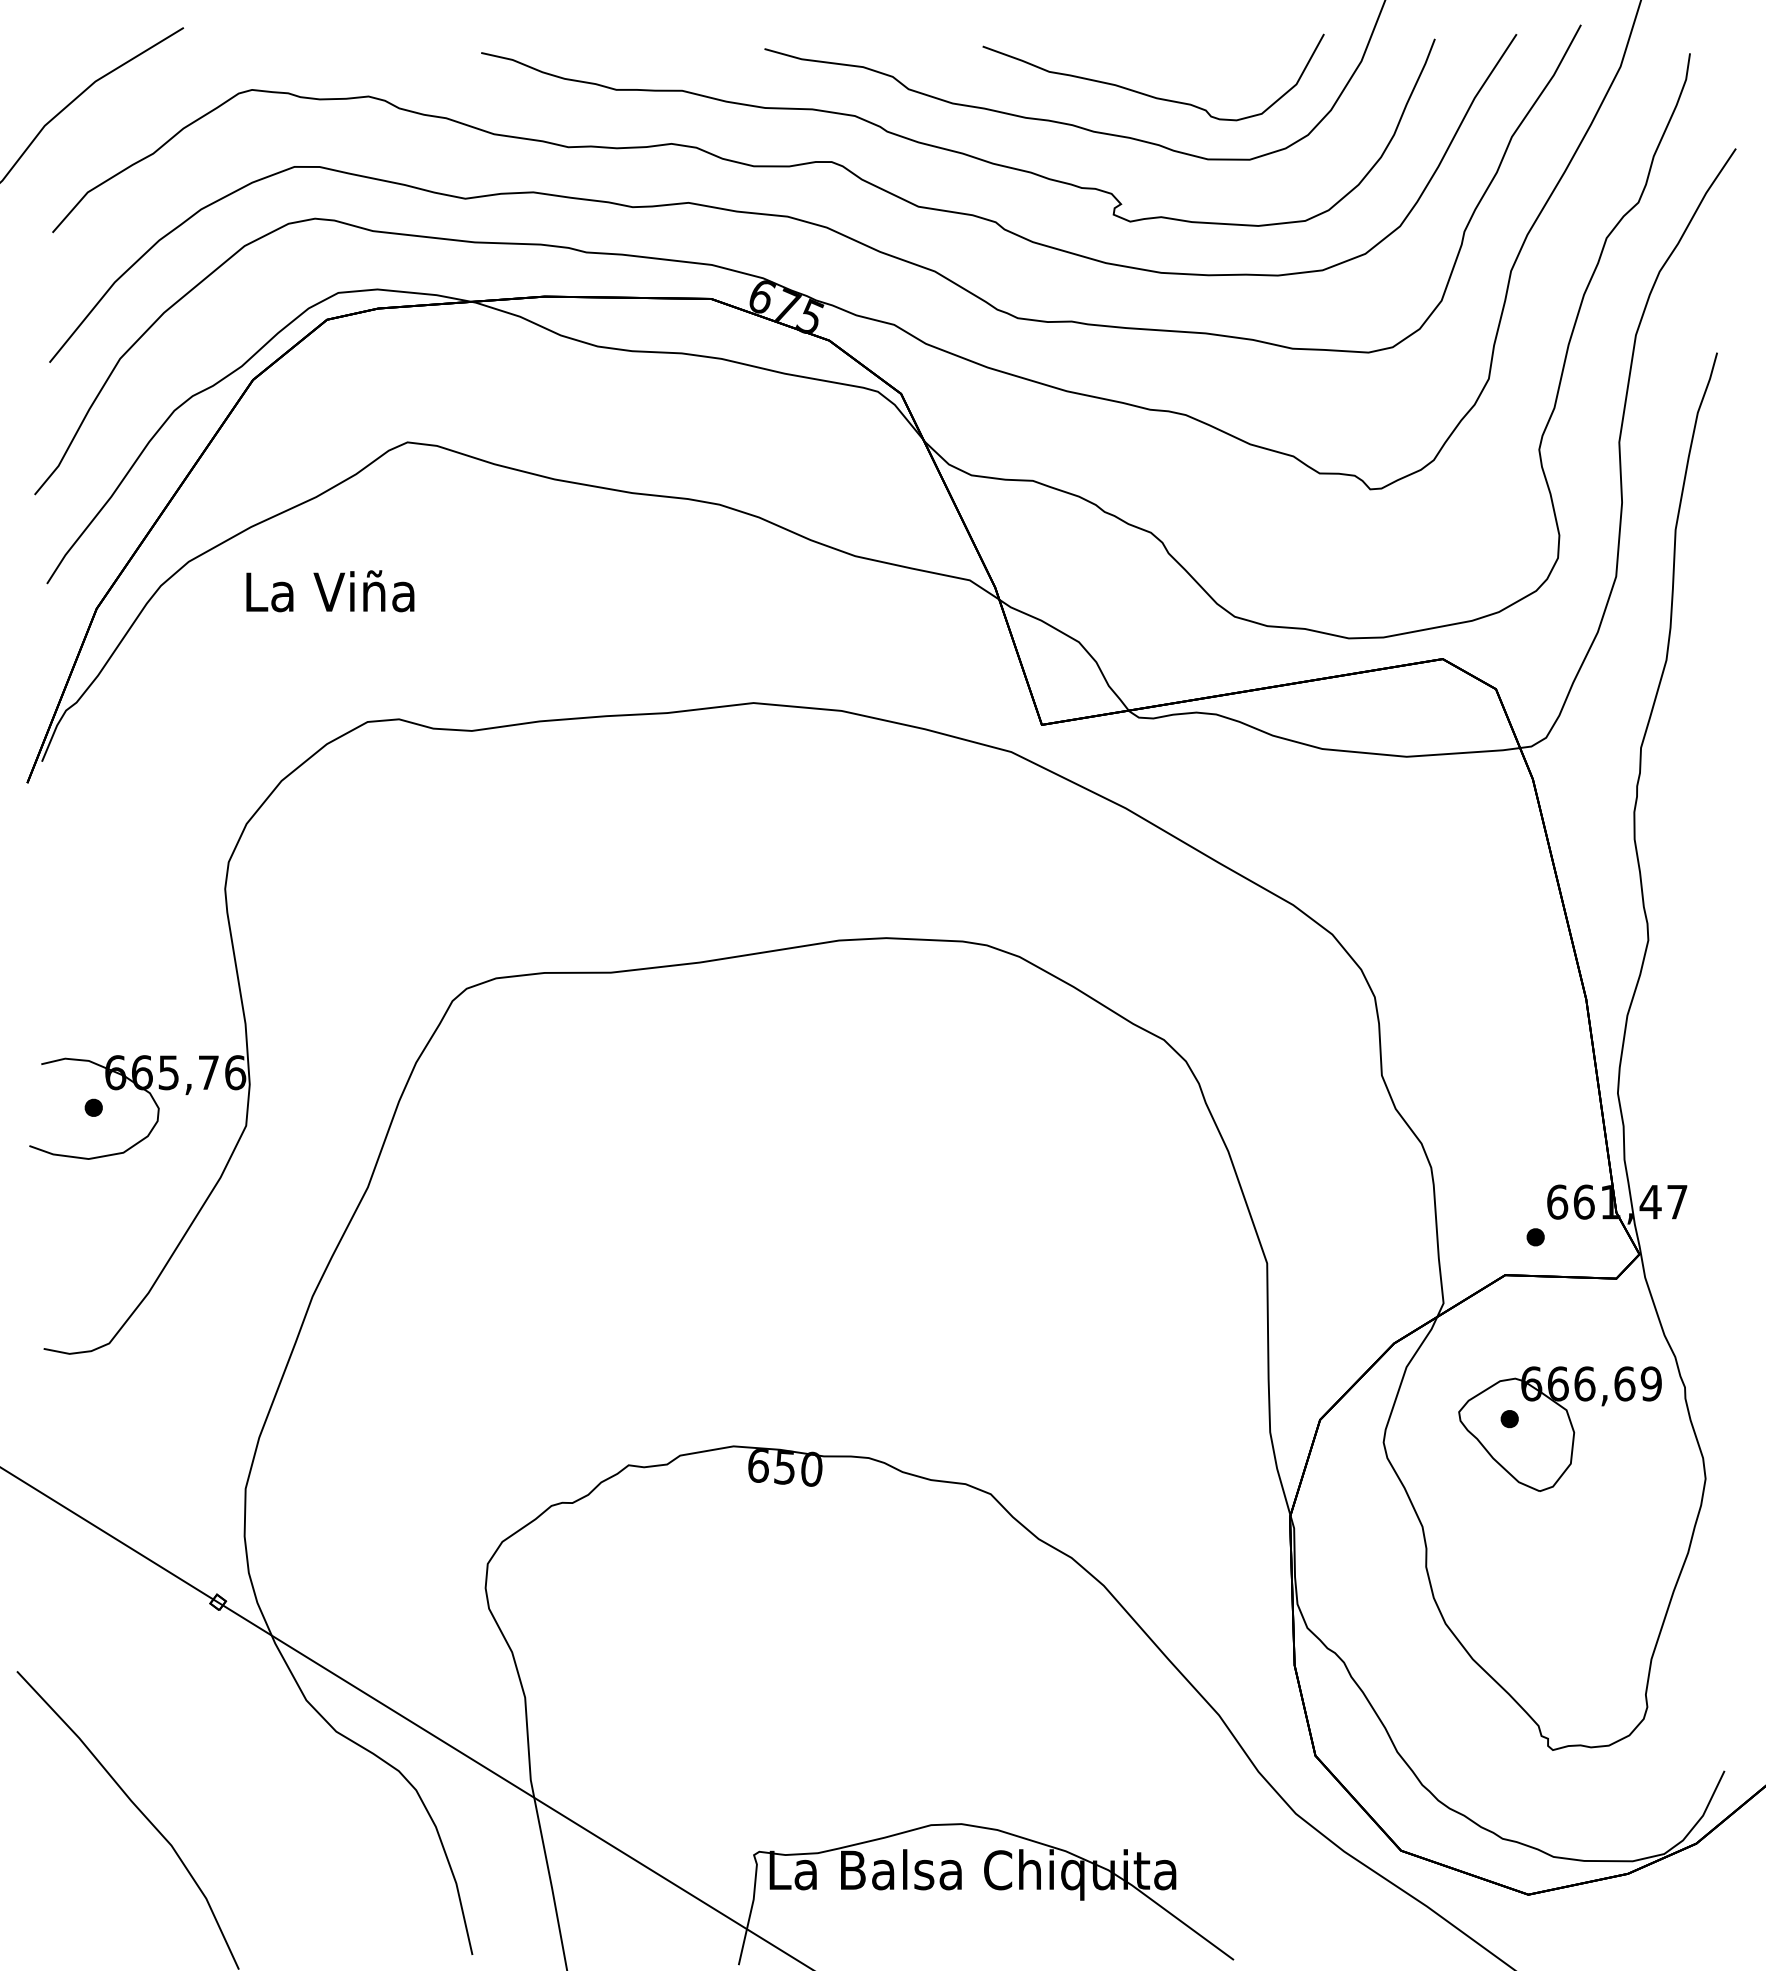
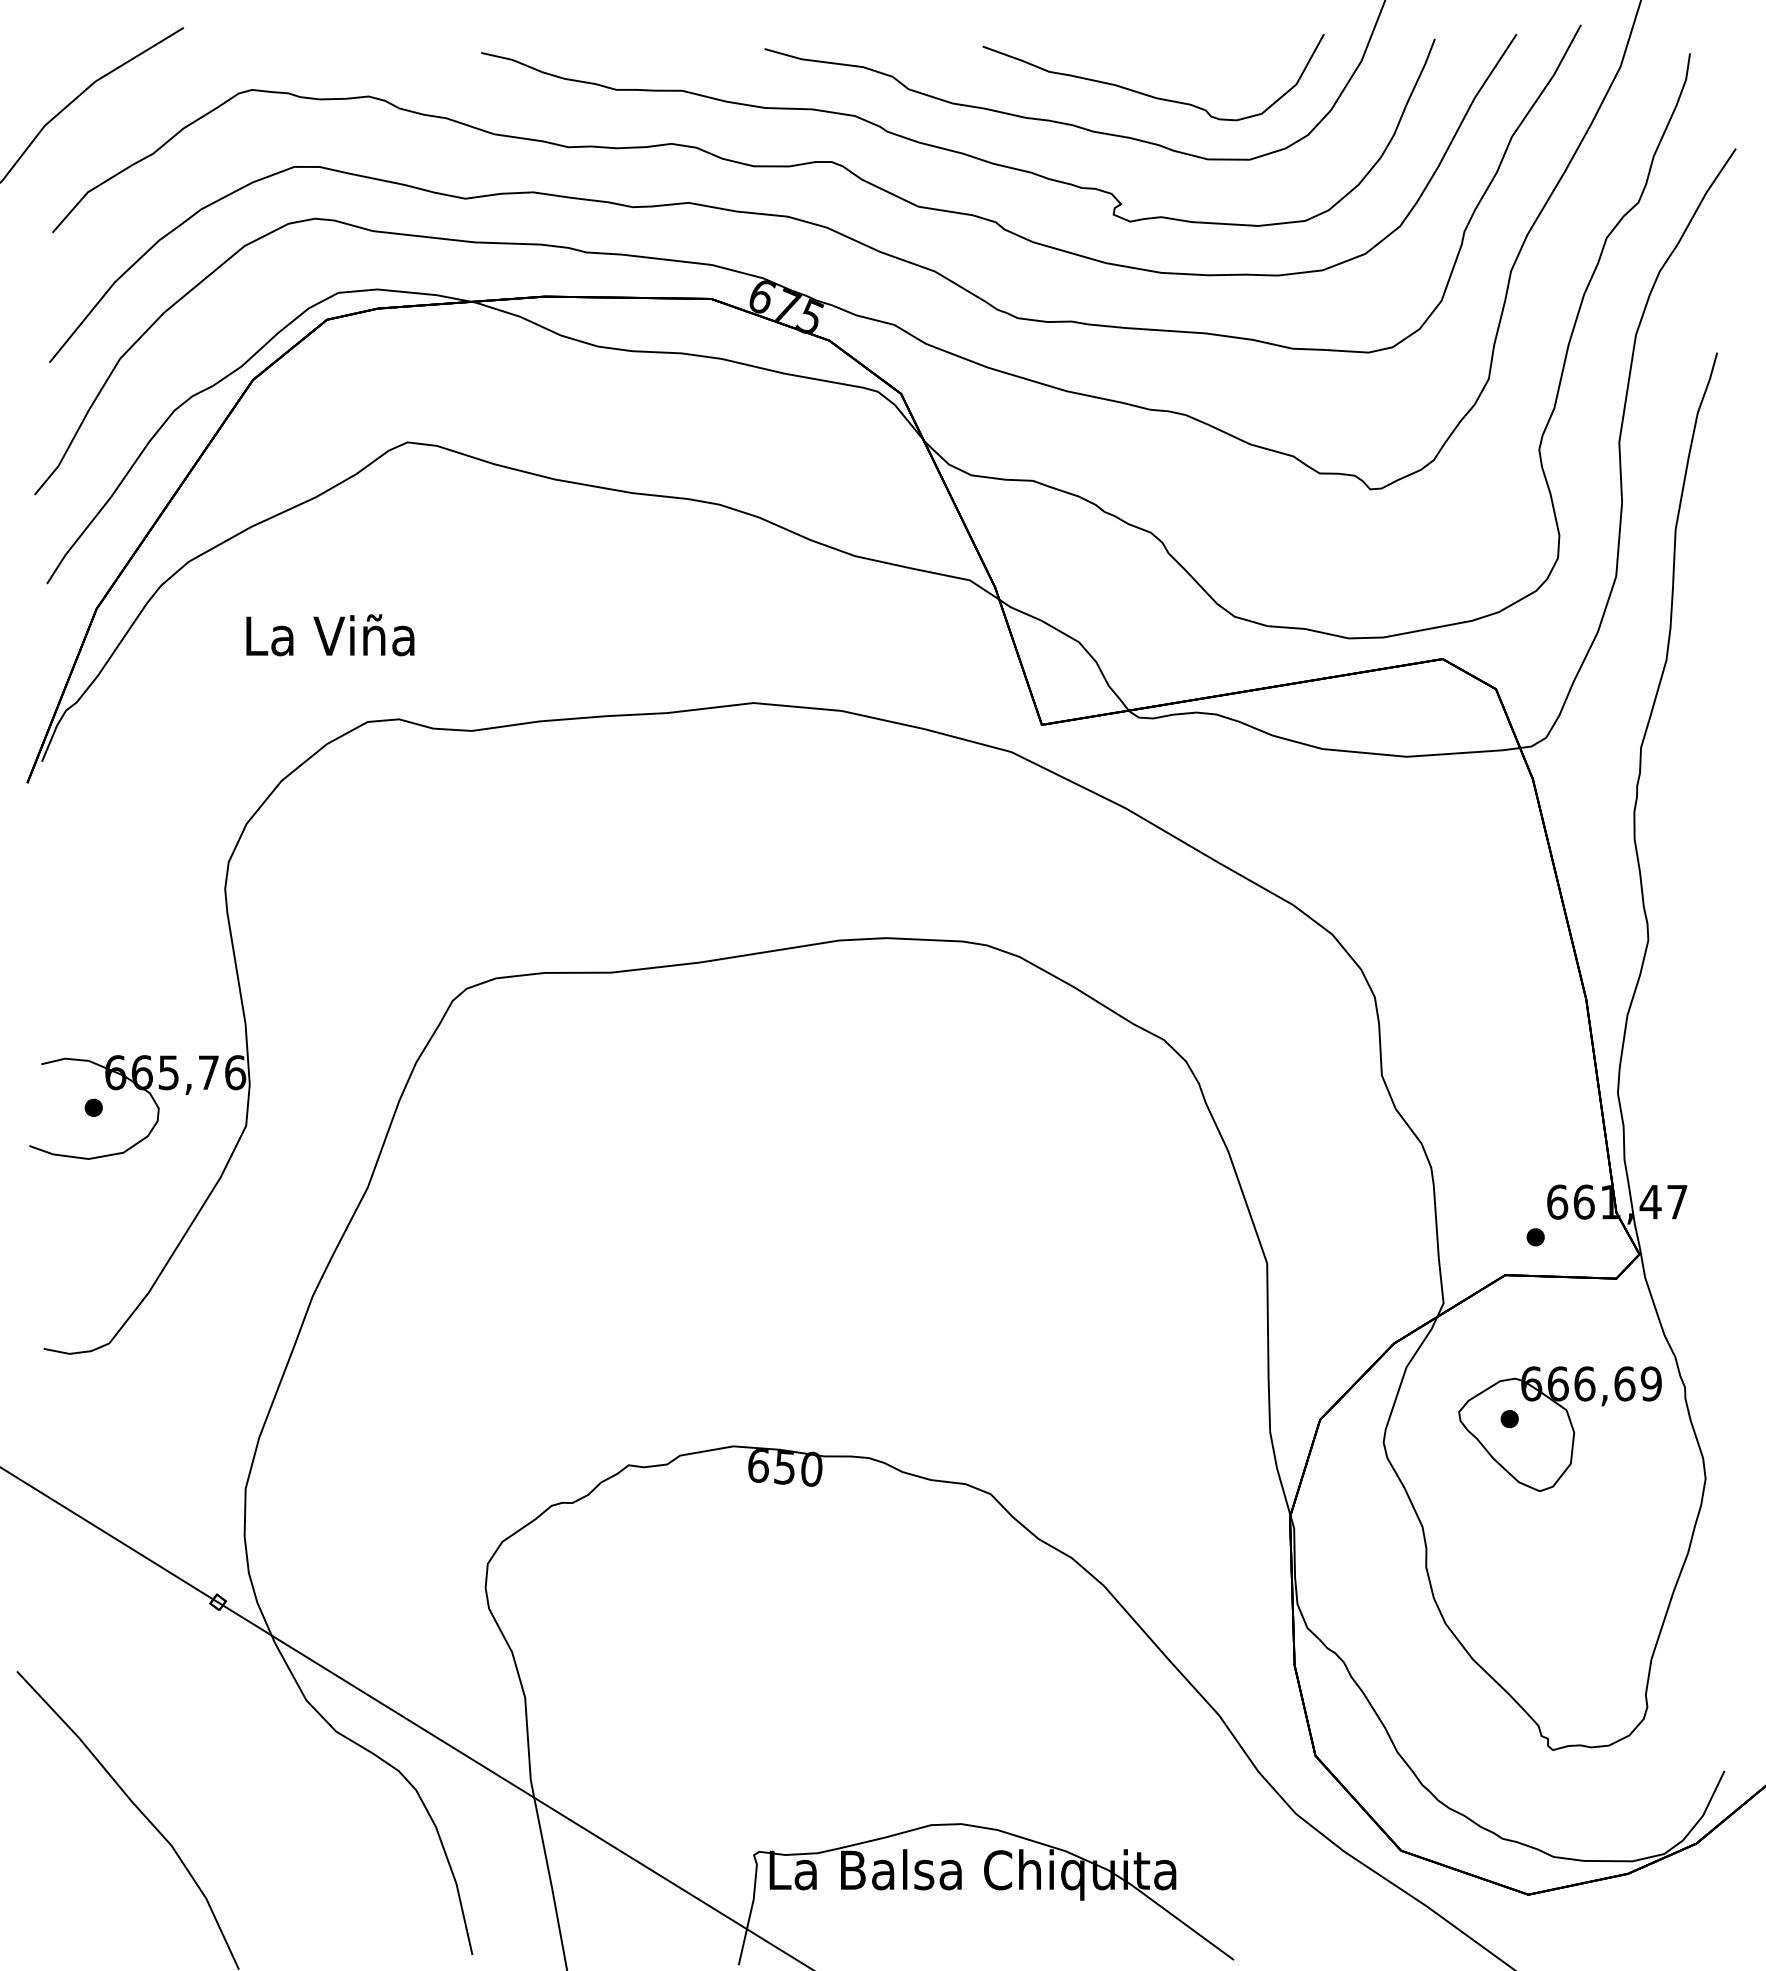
text at (330, 591) position: (330, 591) -> (330, 635)
